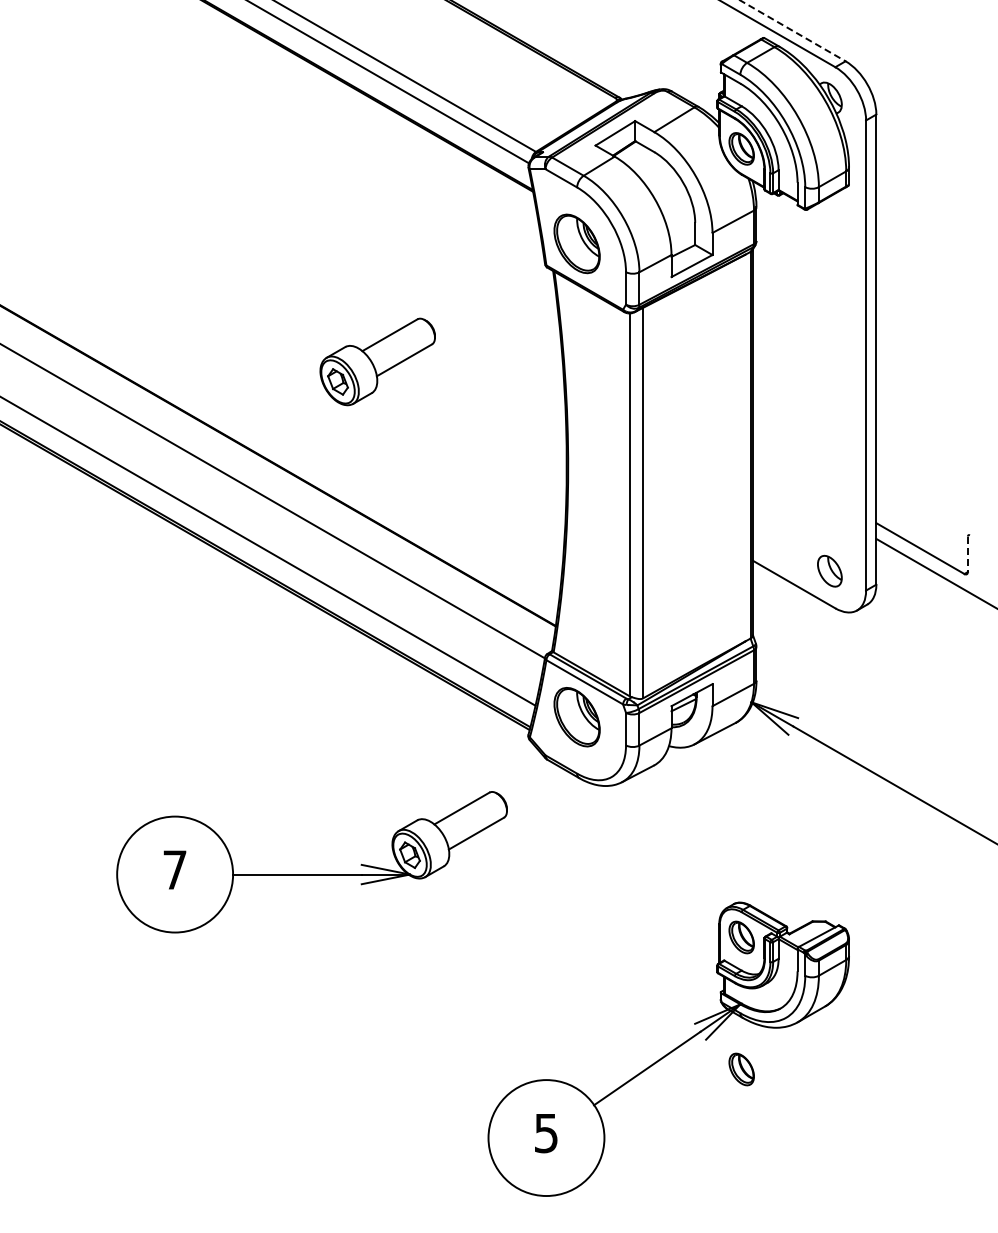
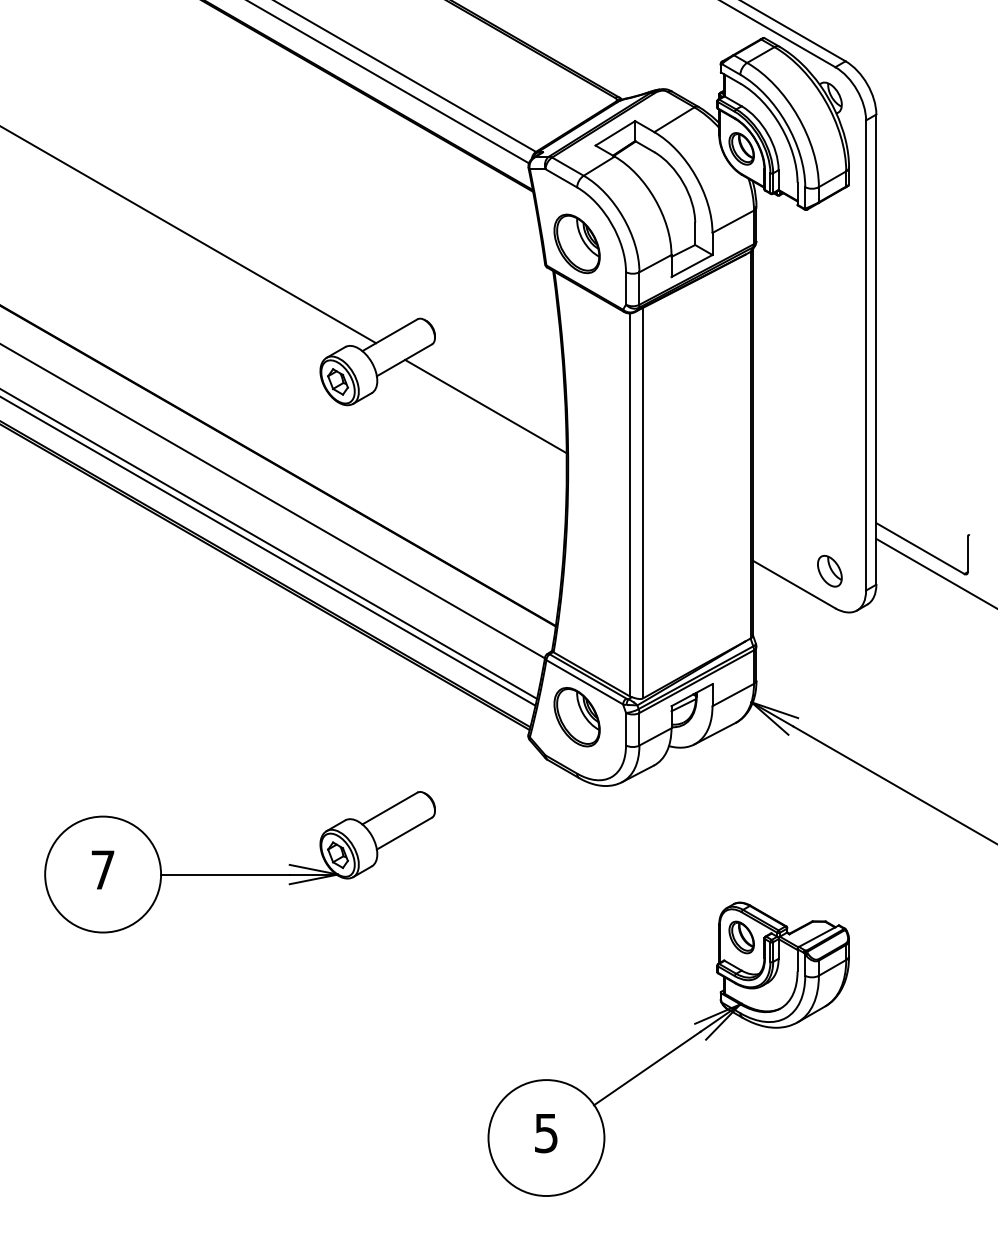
line at (792, 30): dashed -> solid
line at (189, 235): none -> present
line at (485, 406): none -> present
line at (269, 544): none -> present
line at (967, 554): dashed -> solid
part at (311, 874) position: (311, 874) -> (239, 874)
part at (741, 1069): present -> none
